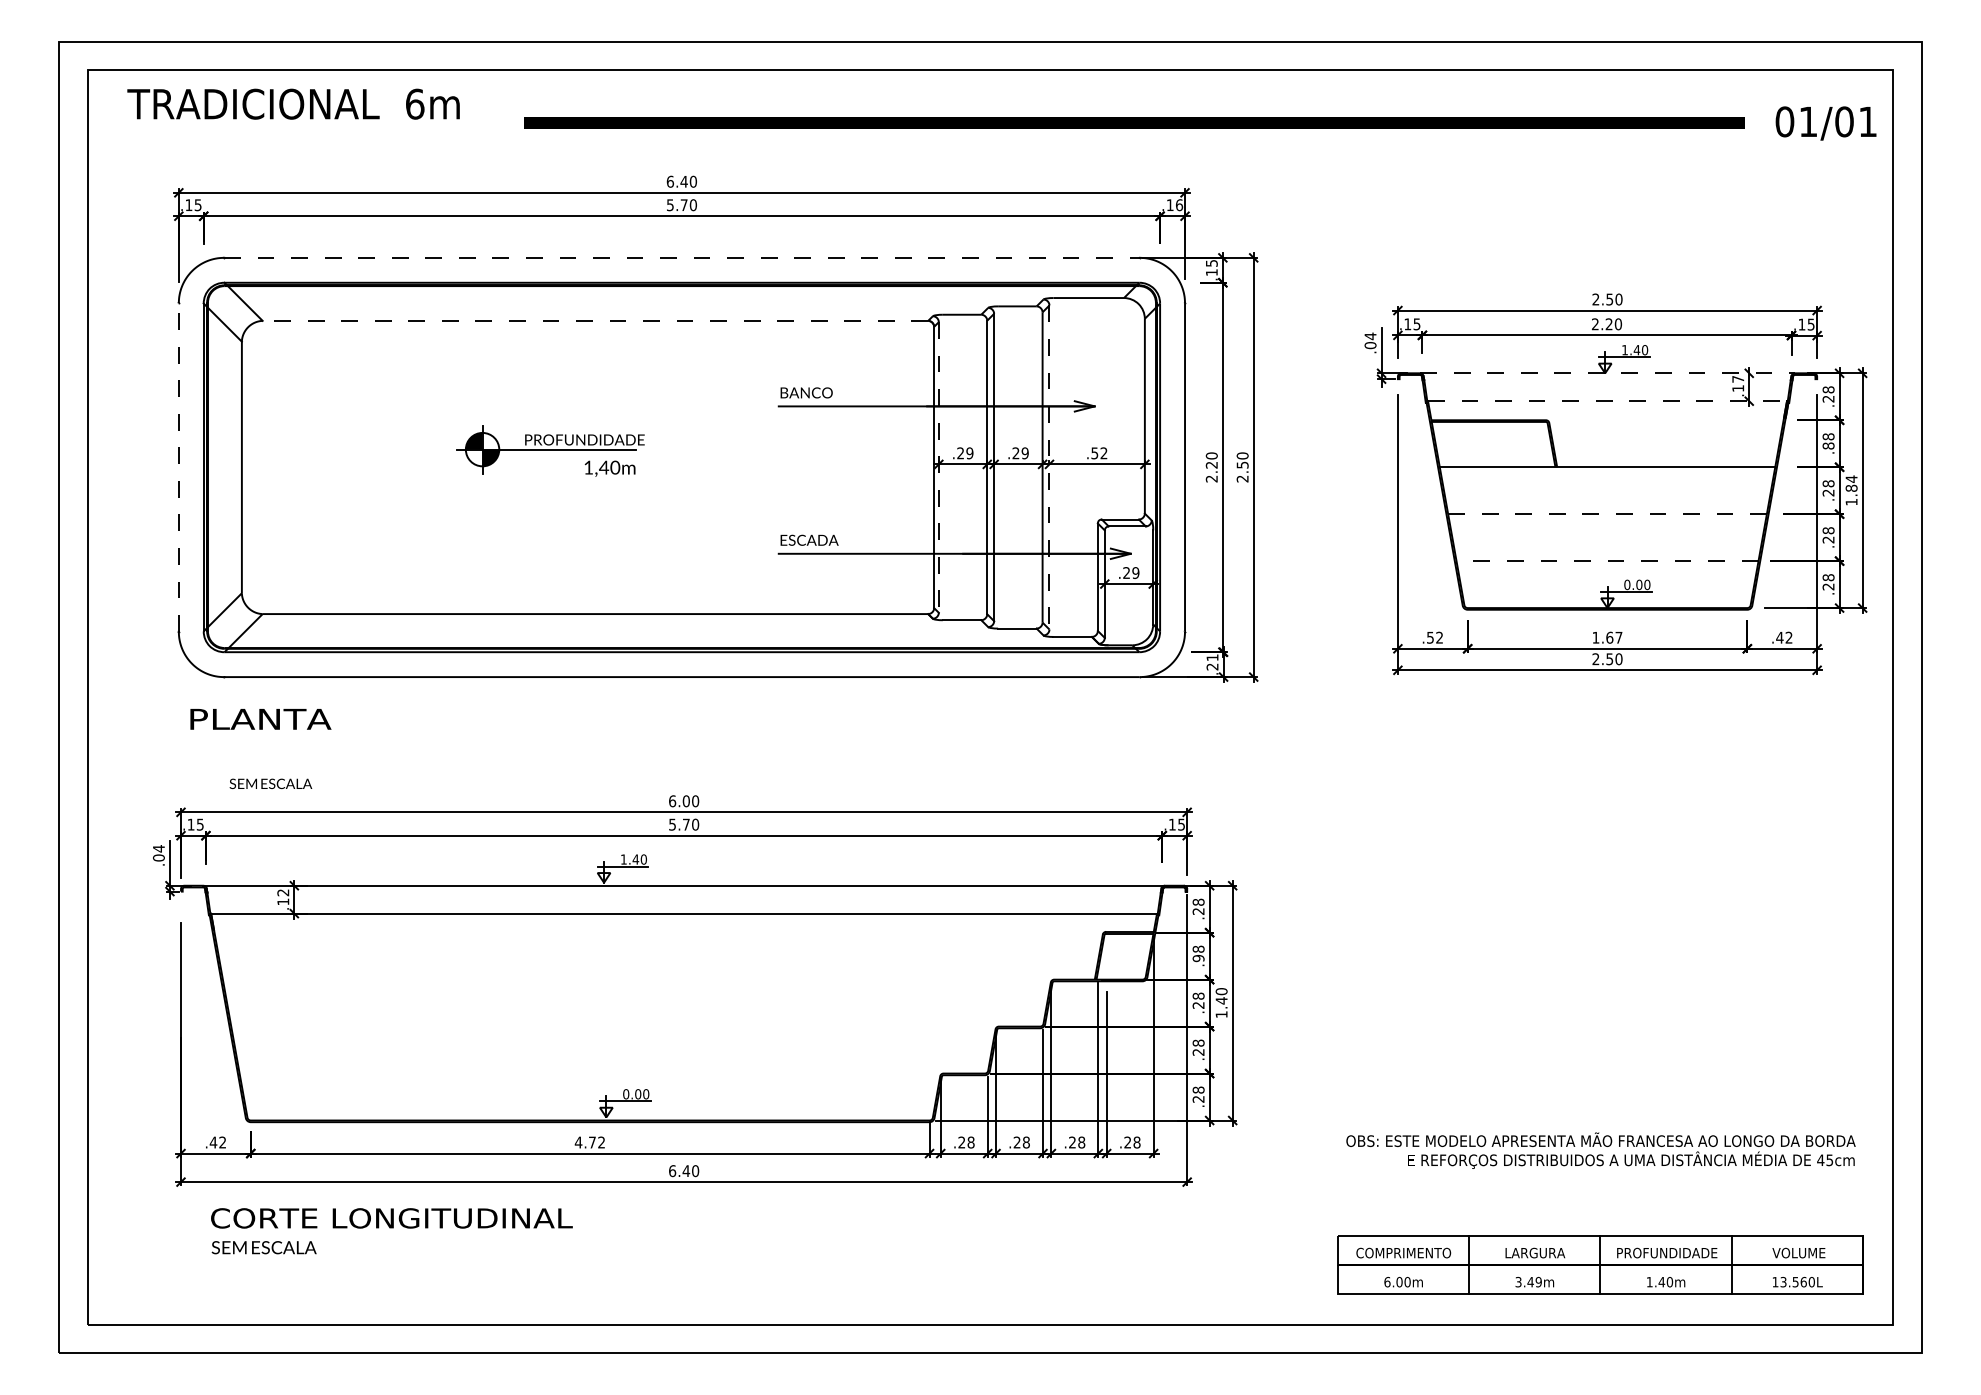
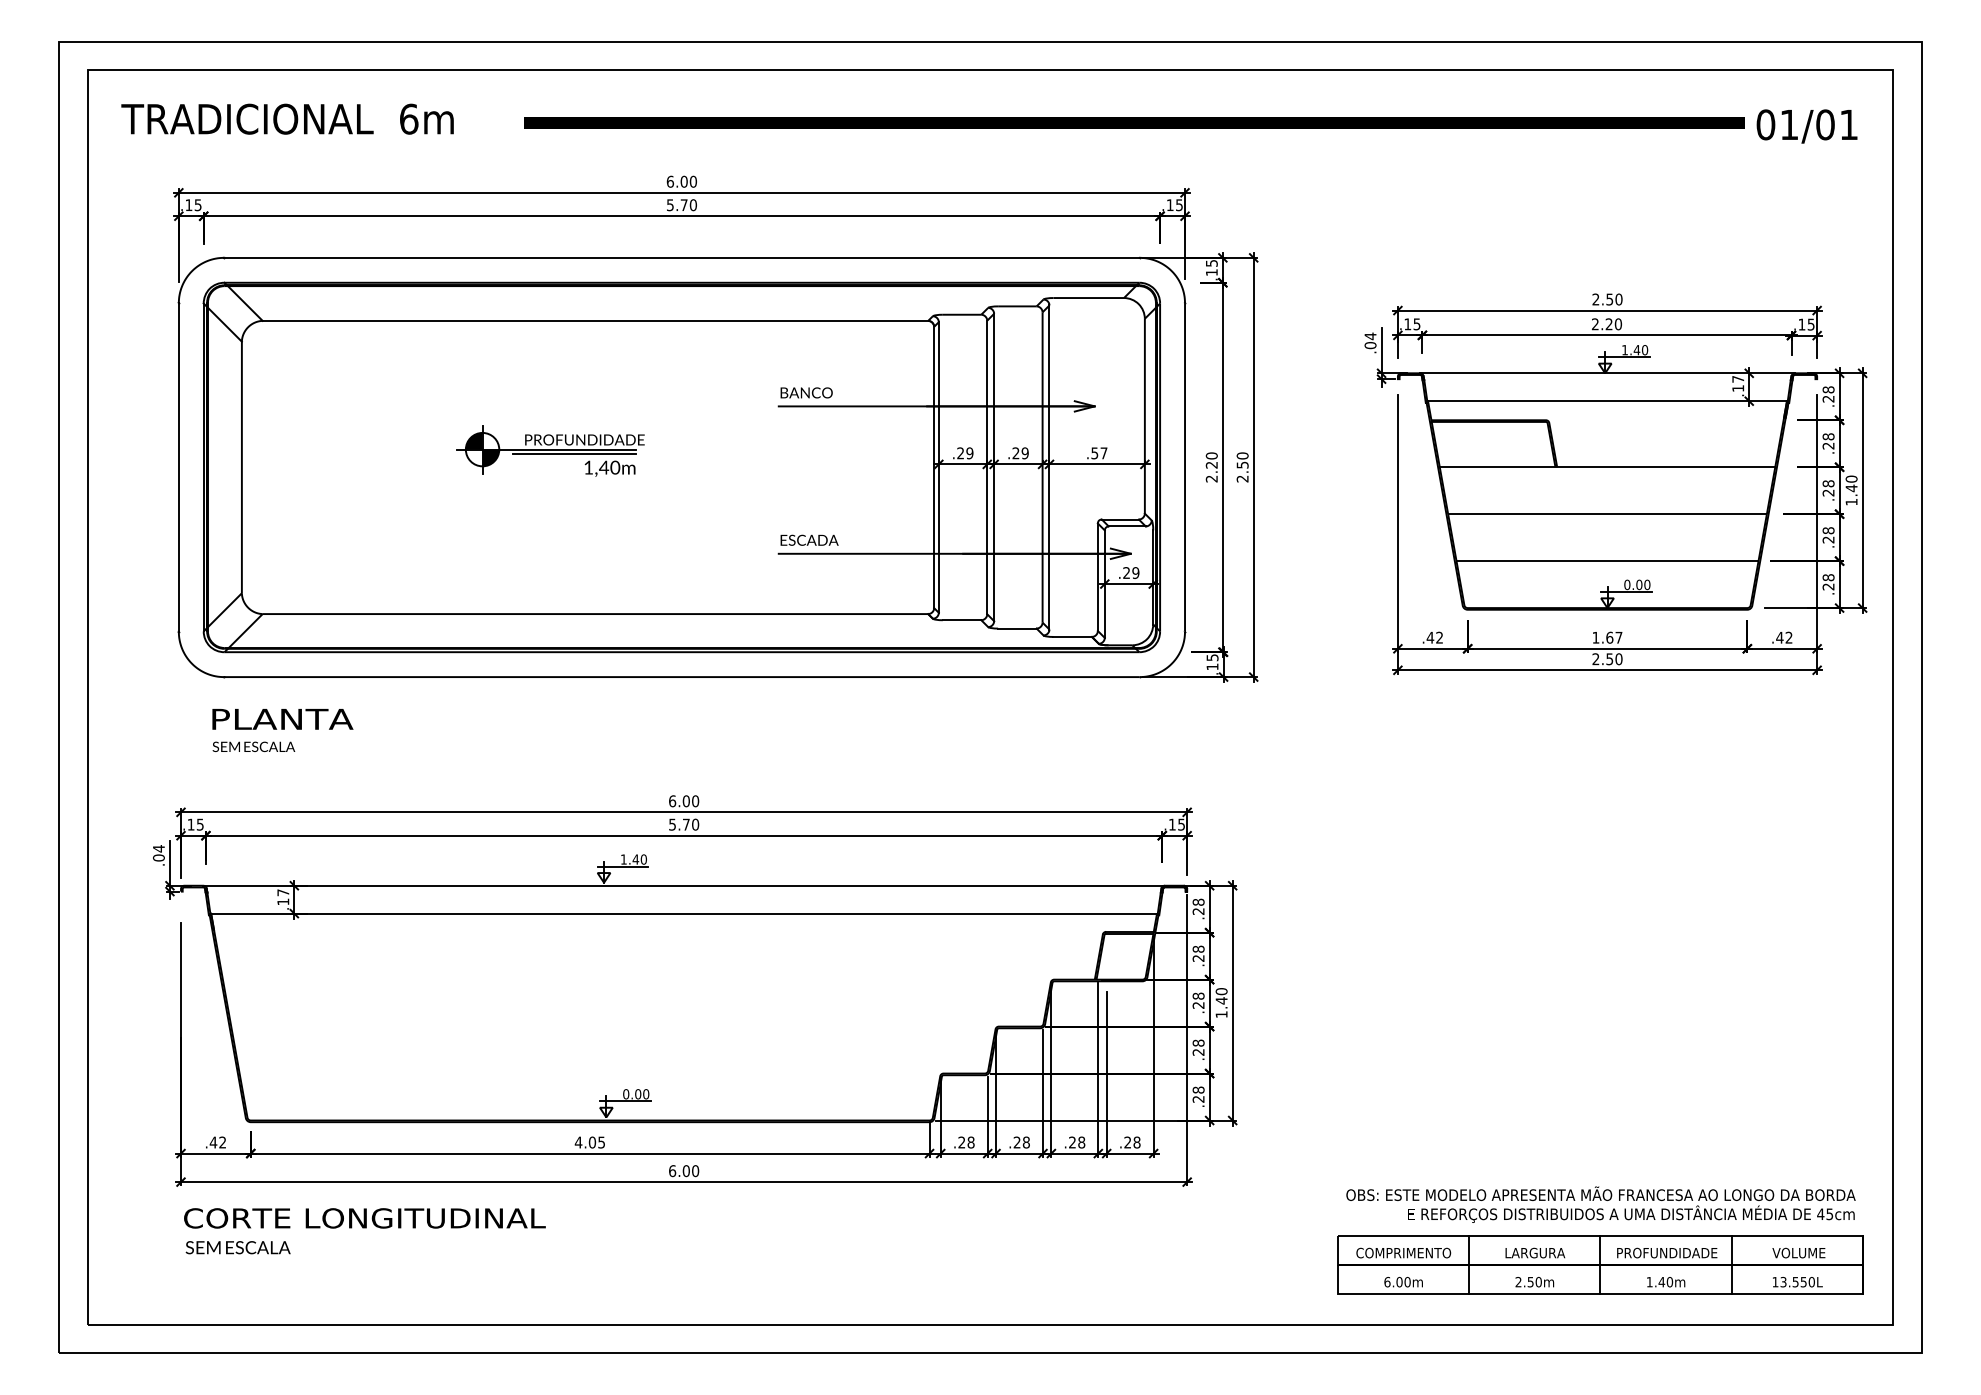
text at (293, 103) position: (293, 103) -> (287, 118)
text at (1825, 123) position: (1825, 123) -> (1806, 126)
text at (683, 181): 6.40 -> 6.00
text at (1179, 205): .16 -> .15
line at (681, 257): dashed -> solid
line at (595, 320): dashed -> solid
line at (1608, 373): dashed -> solid
line at (1608, 401): dashed -> solid
text at (1828, 445): .88 -> .28
text at (1103, 453): .52 -> .57
line at (574, 454): none -> present
line at (178, 466): dashed -> solid
line at (938, 467): dashed -> solid
line at (1049, 467): dashed -> solid
text at (1851, 483): 1.84 -> 1.40
line at (1607, 514): dashed -> solid
line at (1607, 561): dashed -> solid
text at (1430, 637): .52 -> .42
text at (1212, 662): .21 -> .15
text at (260, 719) position: (260, 719) -> (282, 719)
text at (270, 783) position: (270, 783) -> (253, 746)
text at (283, 892): .12 -> .17
text at (1198, 958): .98 -> .28
text at (596, 1142): 4.72 -> 4.05
text at (1600, 1150) position: (1600, 1150) -> (1600, 1204)
text at (686, 1171): 6.40 -> 6.00
text at (391, 1218) position: (391, 1218) -> (364, 1218)
text at (263, 1247) position: (263, 1247) -> (237, 1247)
text at (1803, 1281): 13.560L -> 13.550L
text at (1528, 1282): 3.49m -> 2.50m
